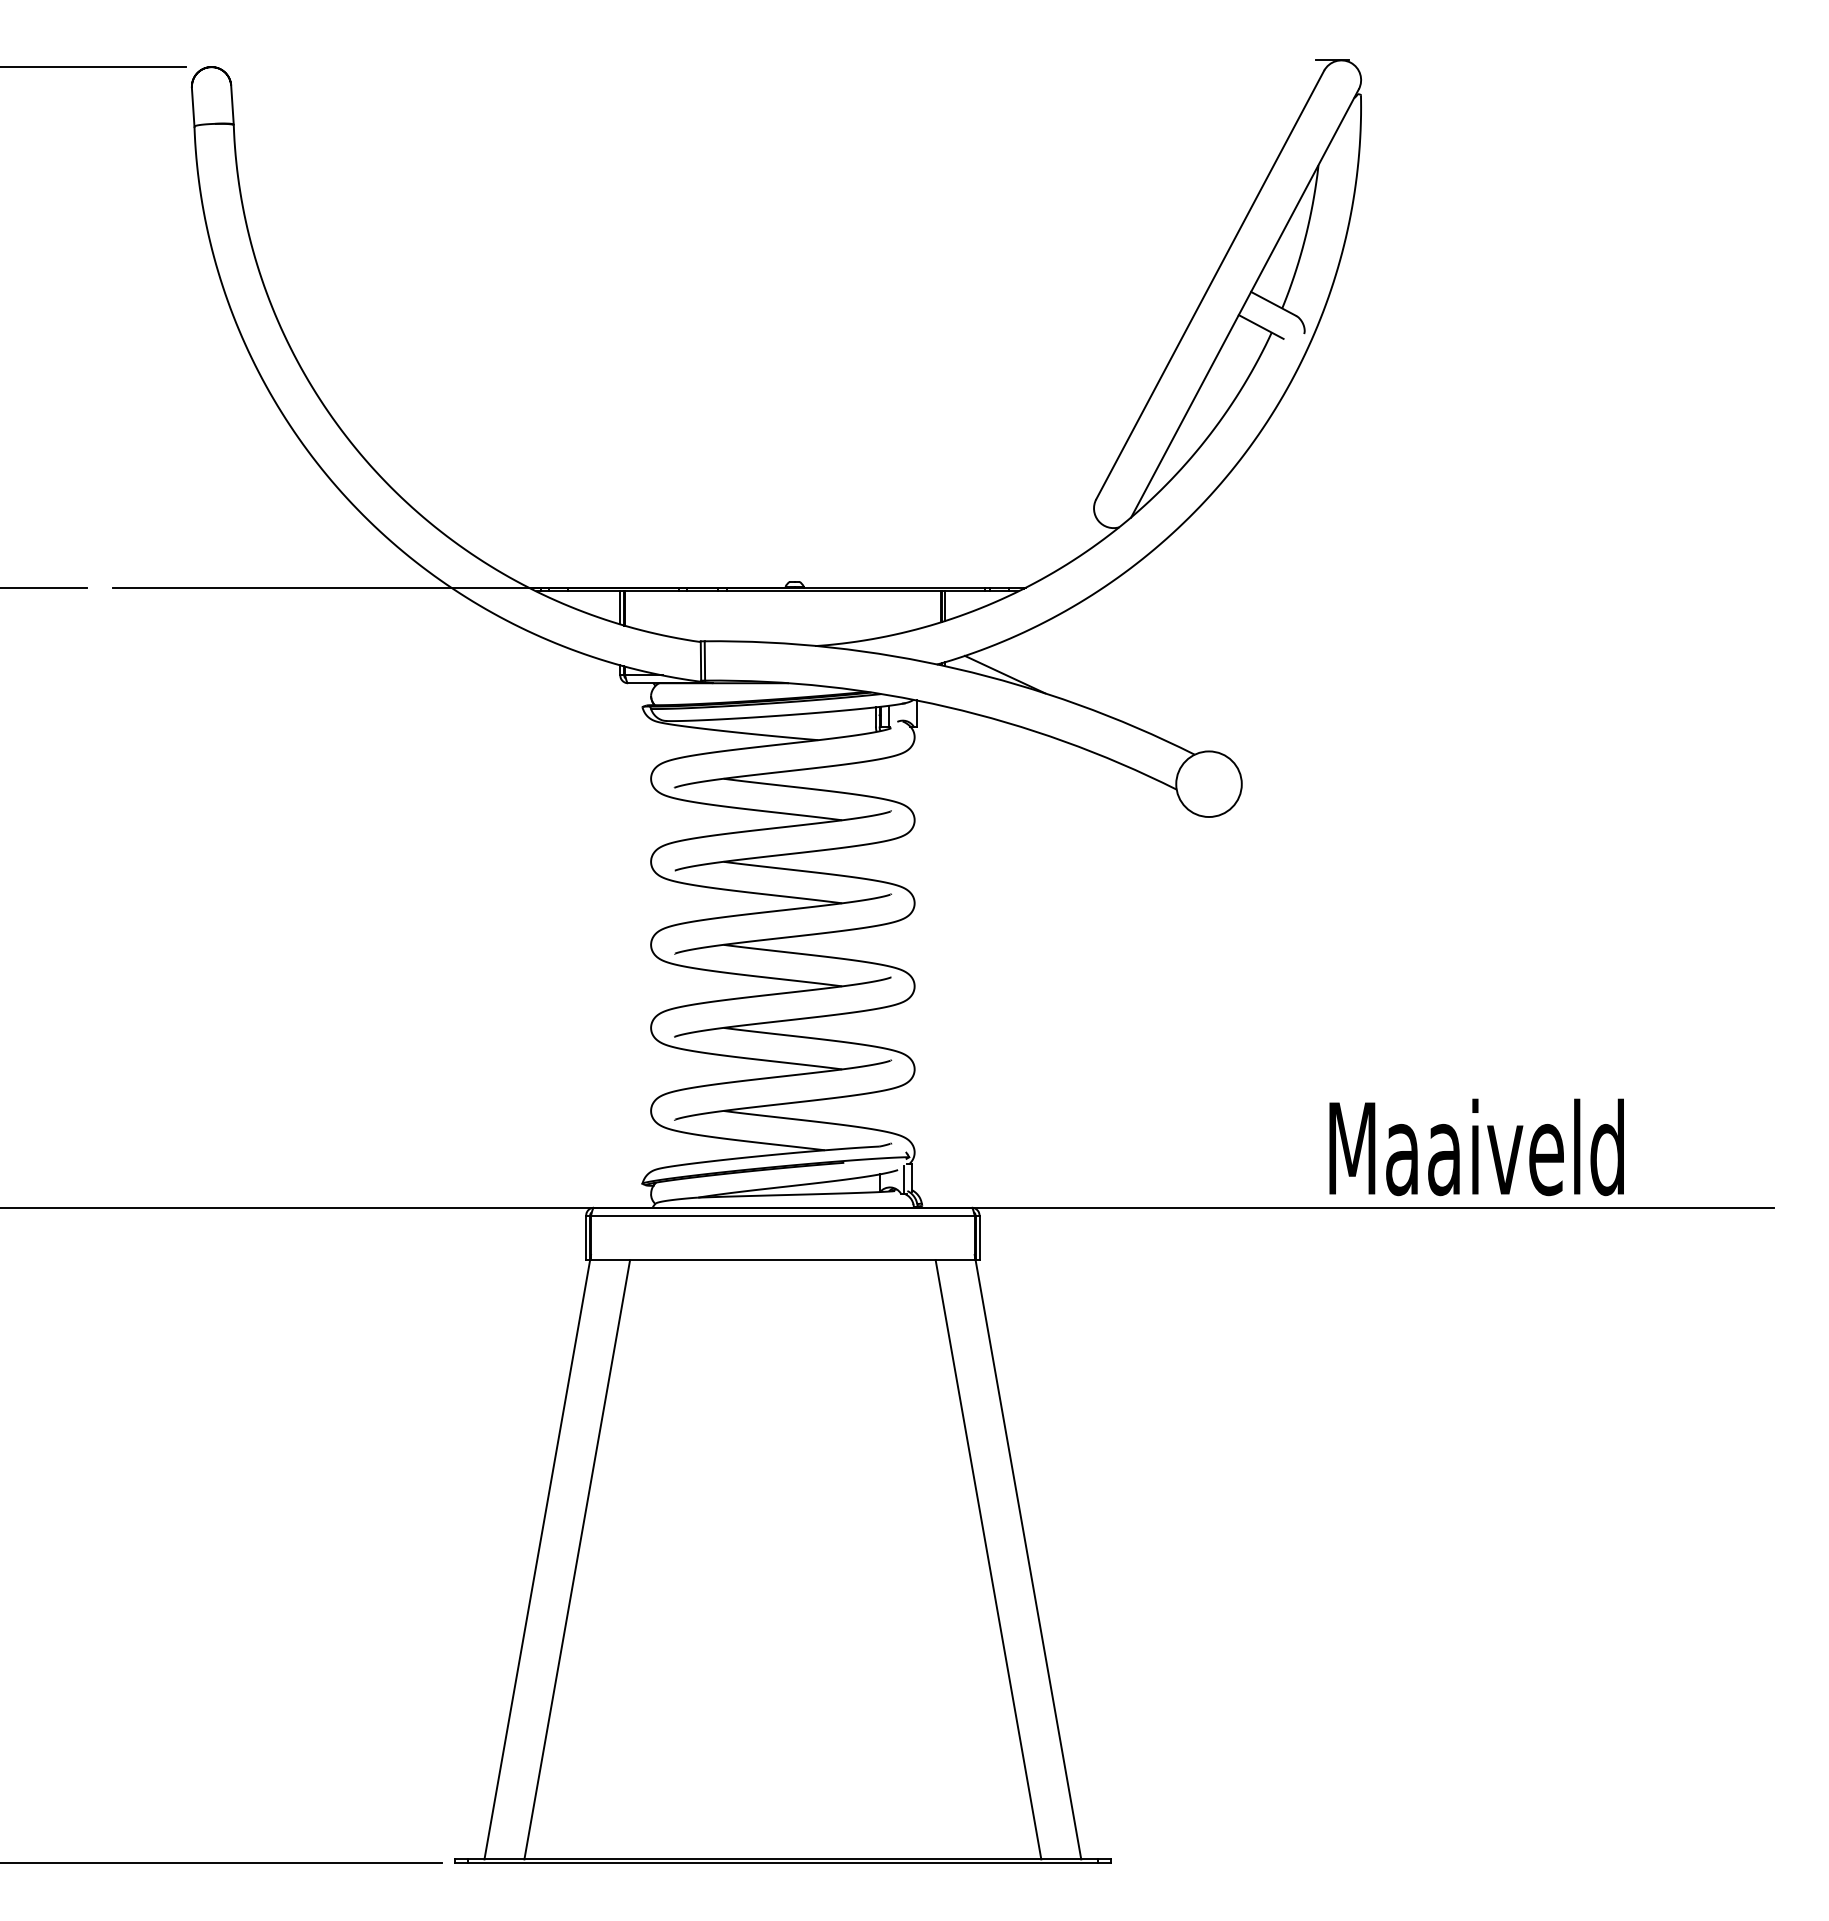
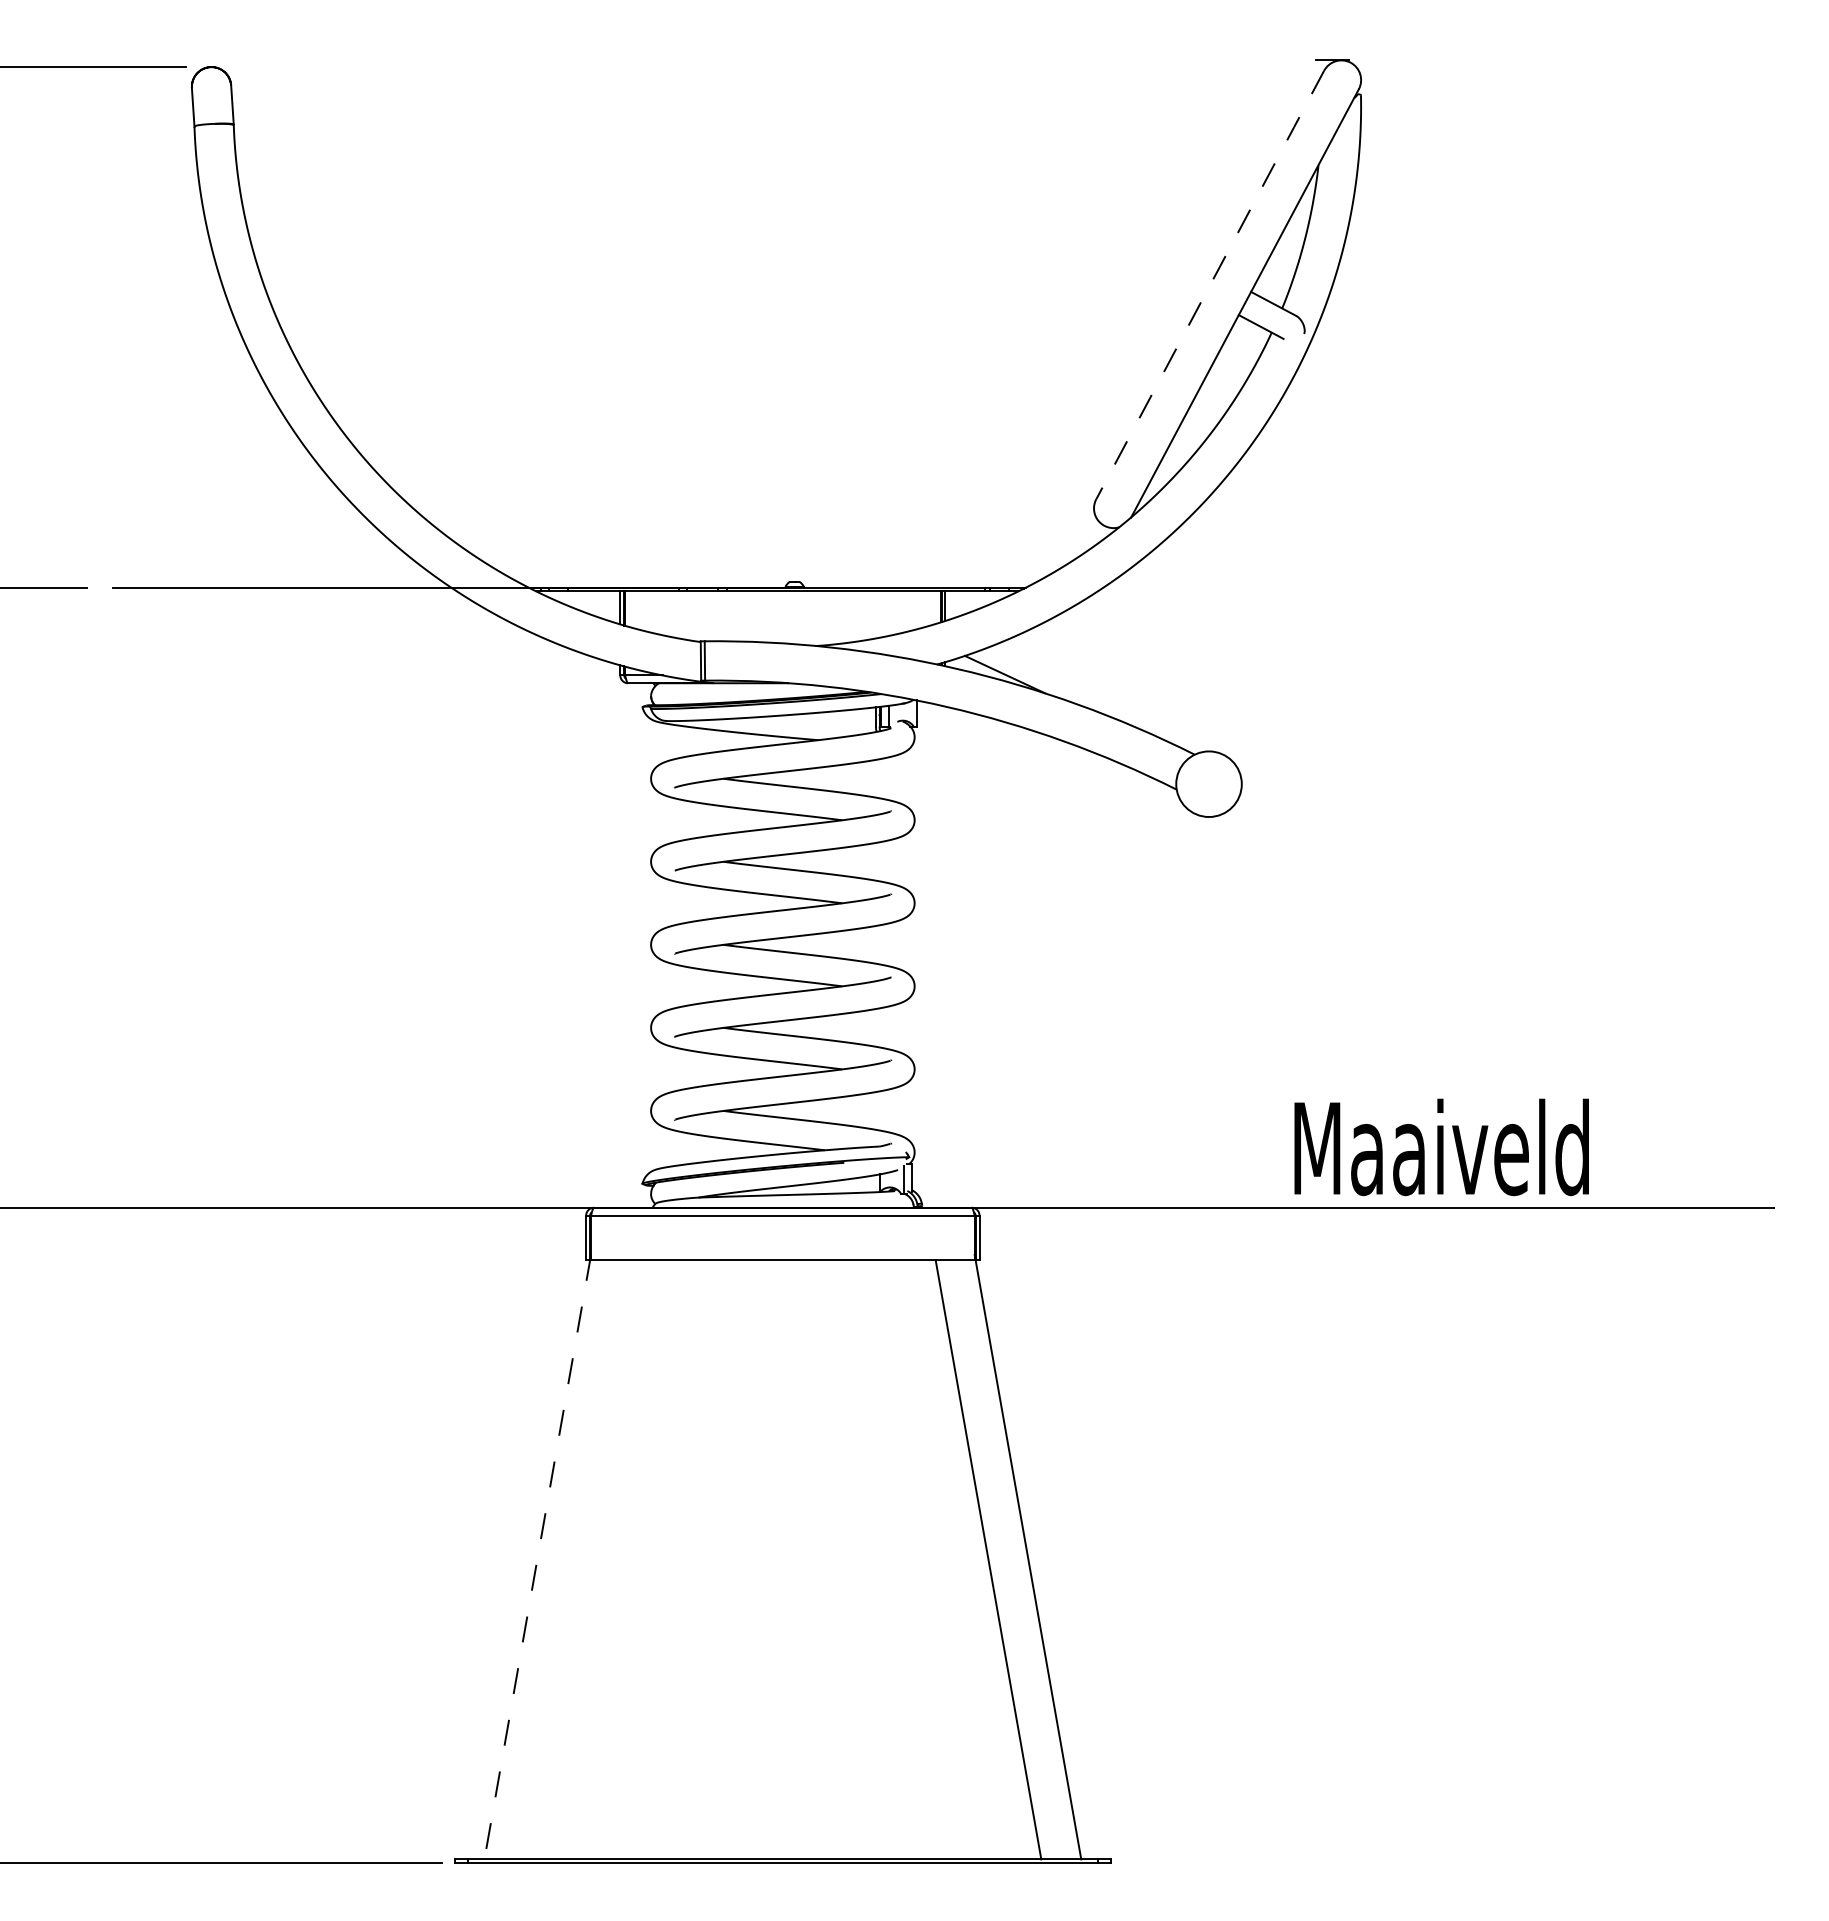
line at (1210, 285): solid -> dashed
text at (1476, 1147) position: (1476, 1147) -> (1441, 1147)
line at (537, 1557): solid -> dashed
line at (577, 1559): present -> none
